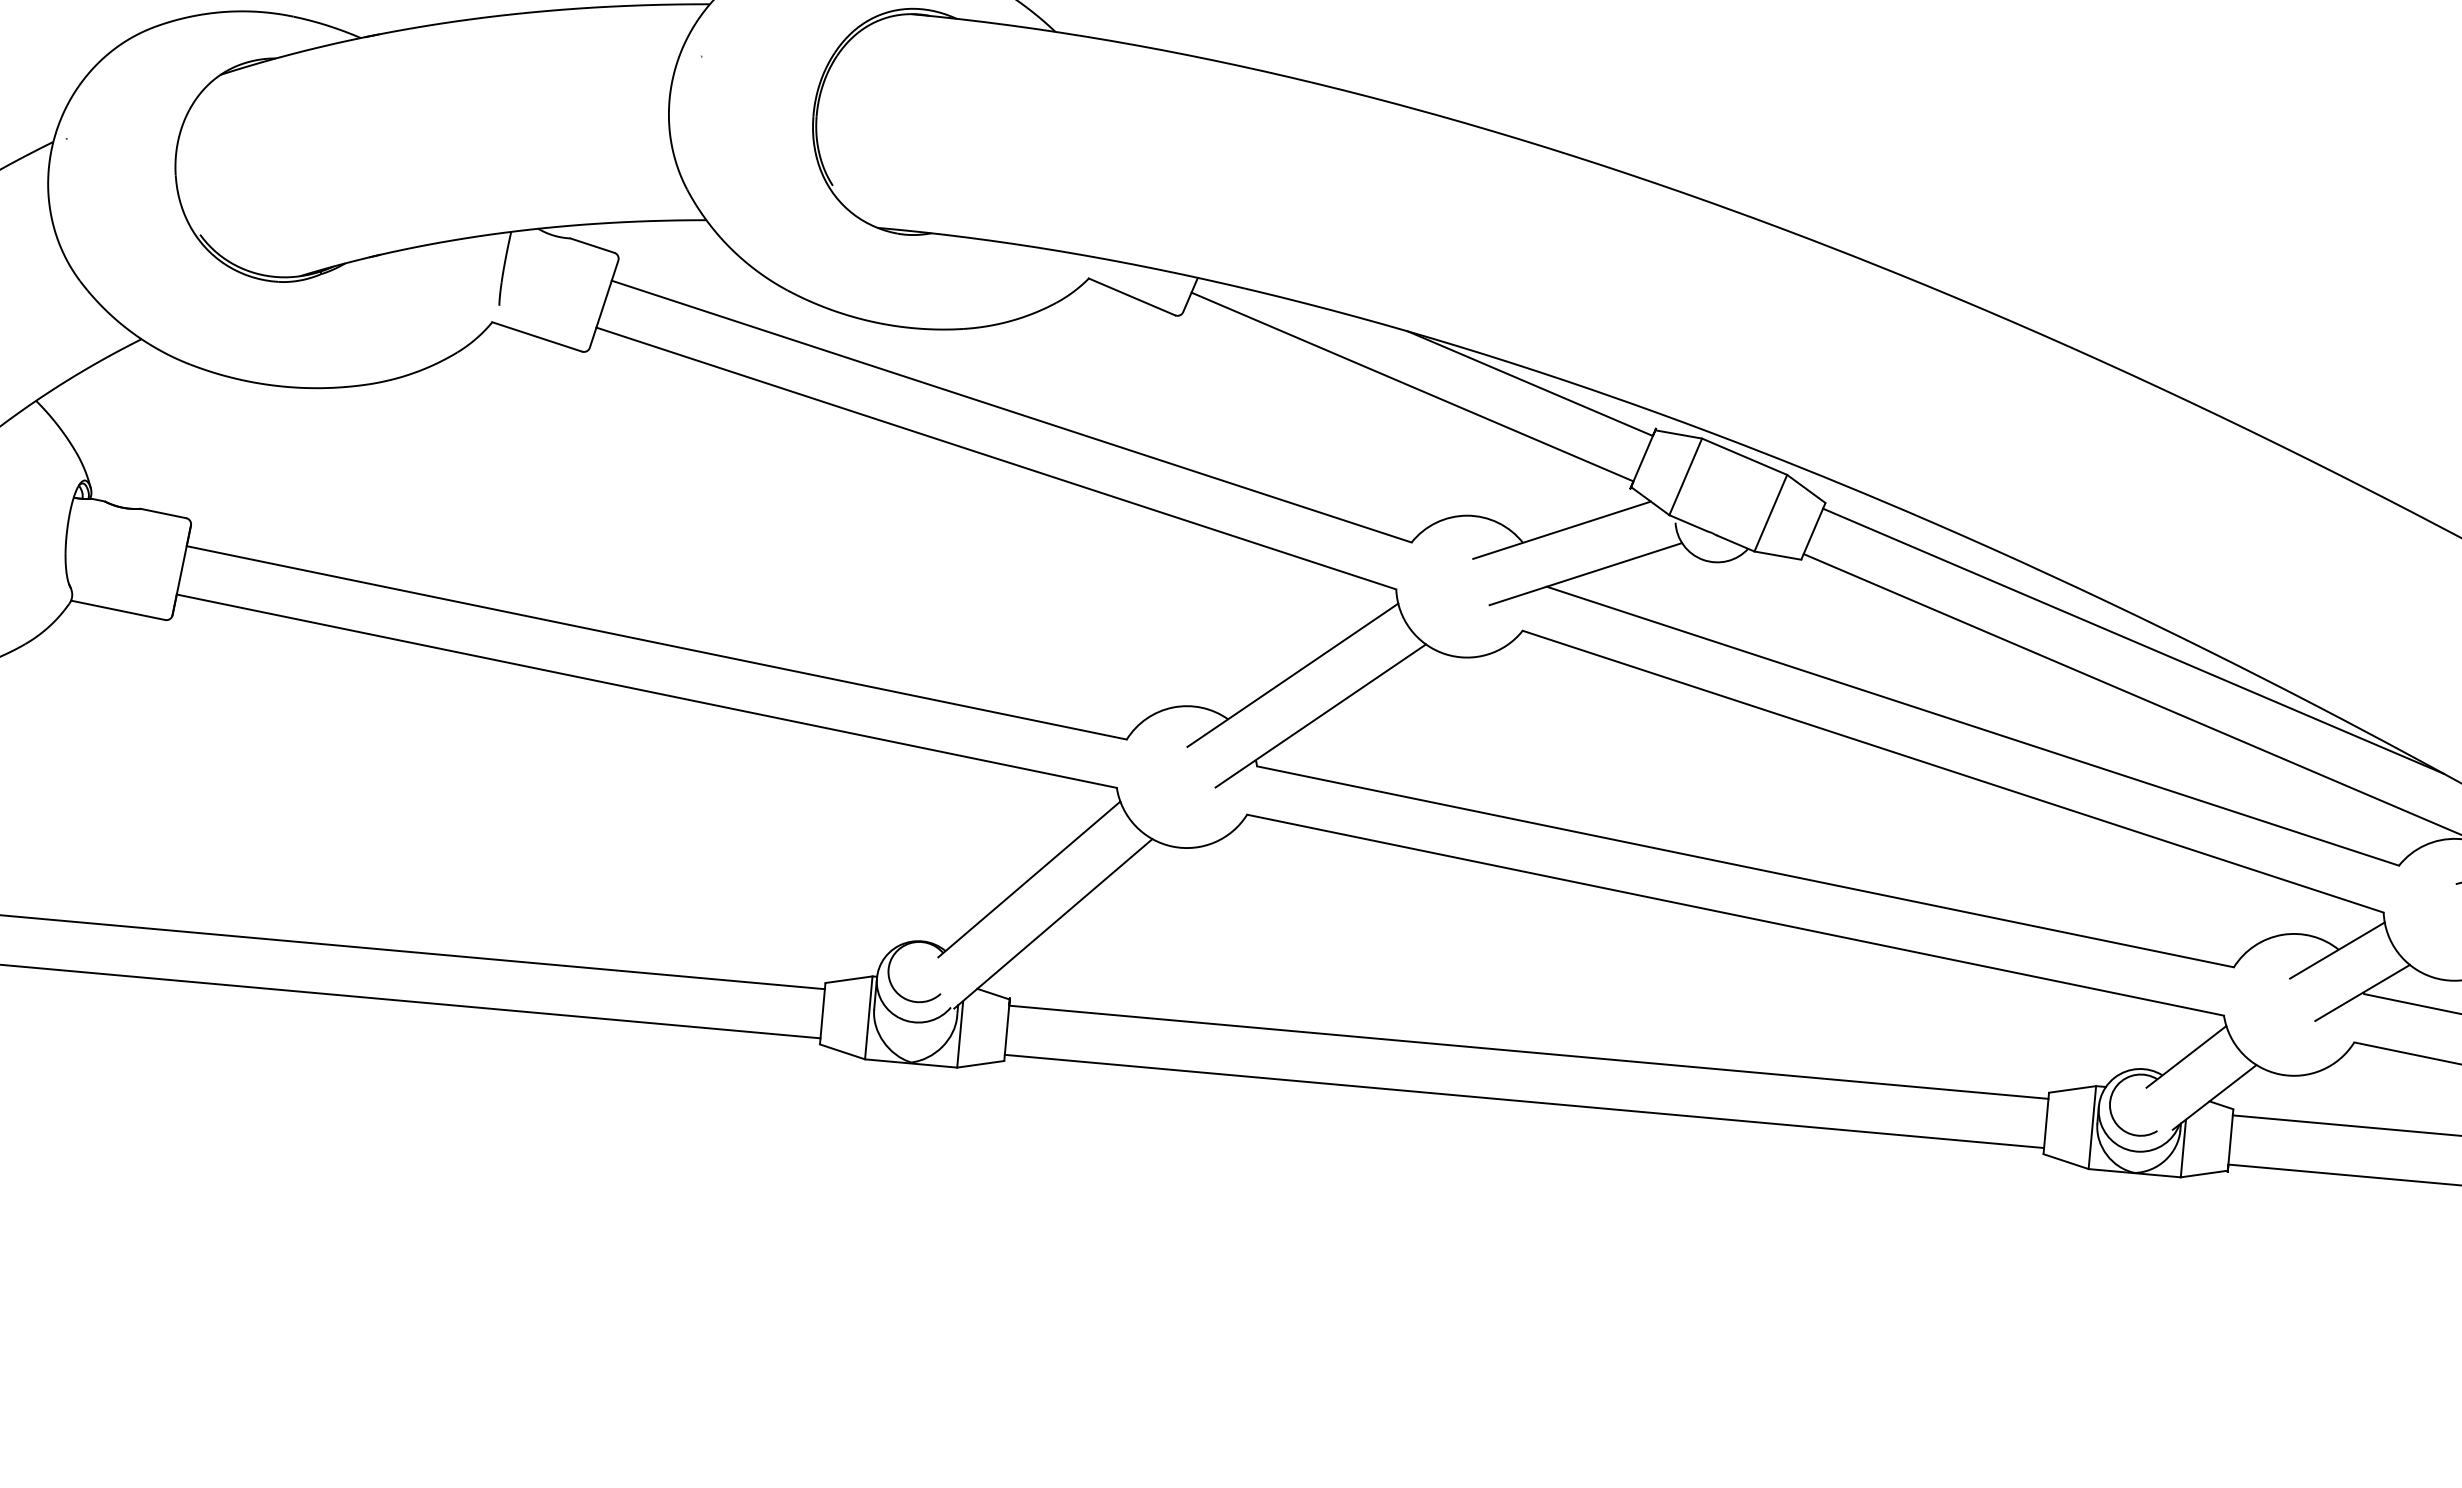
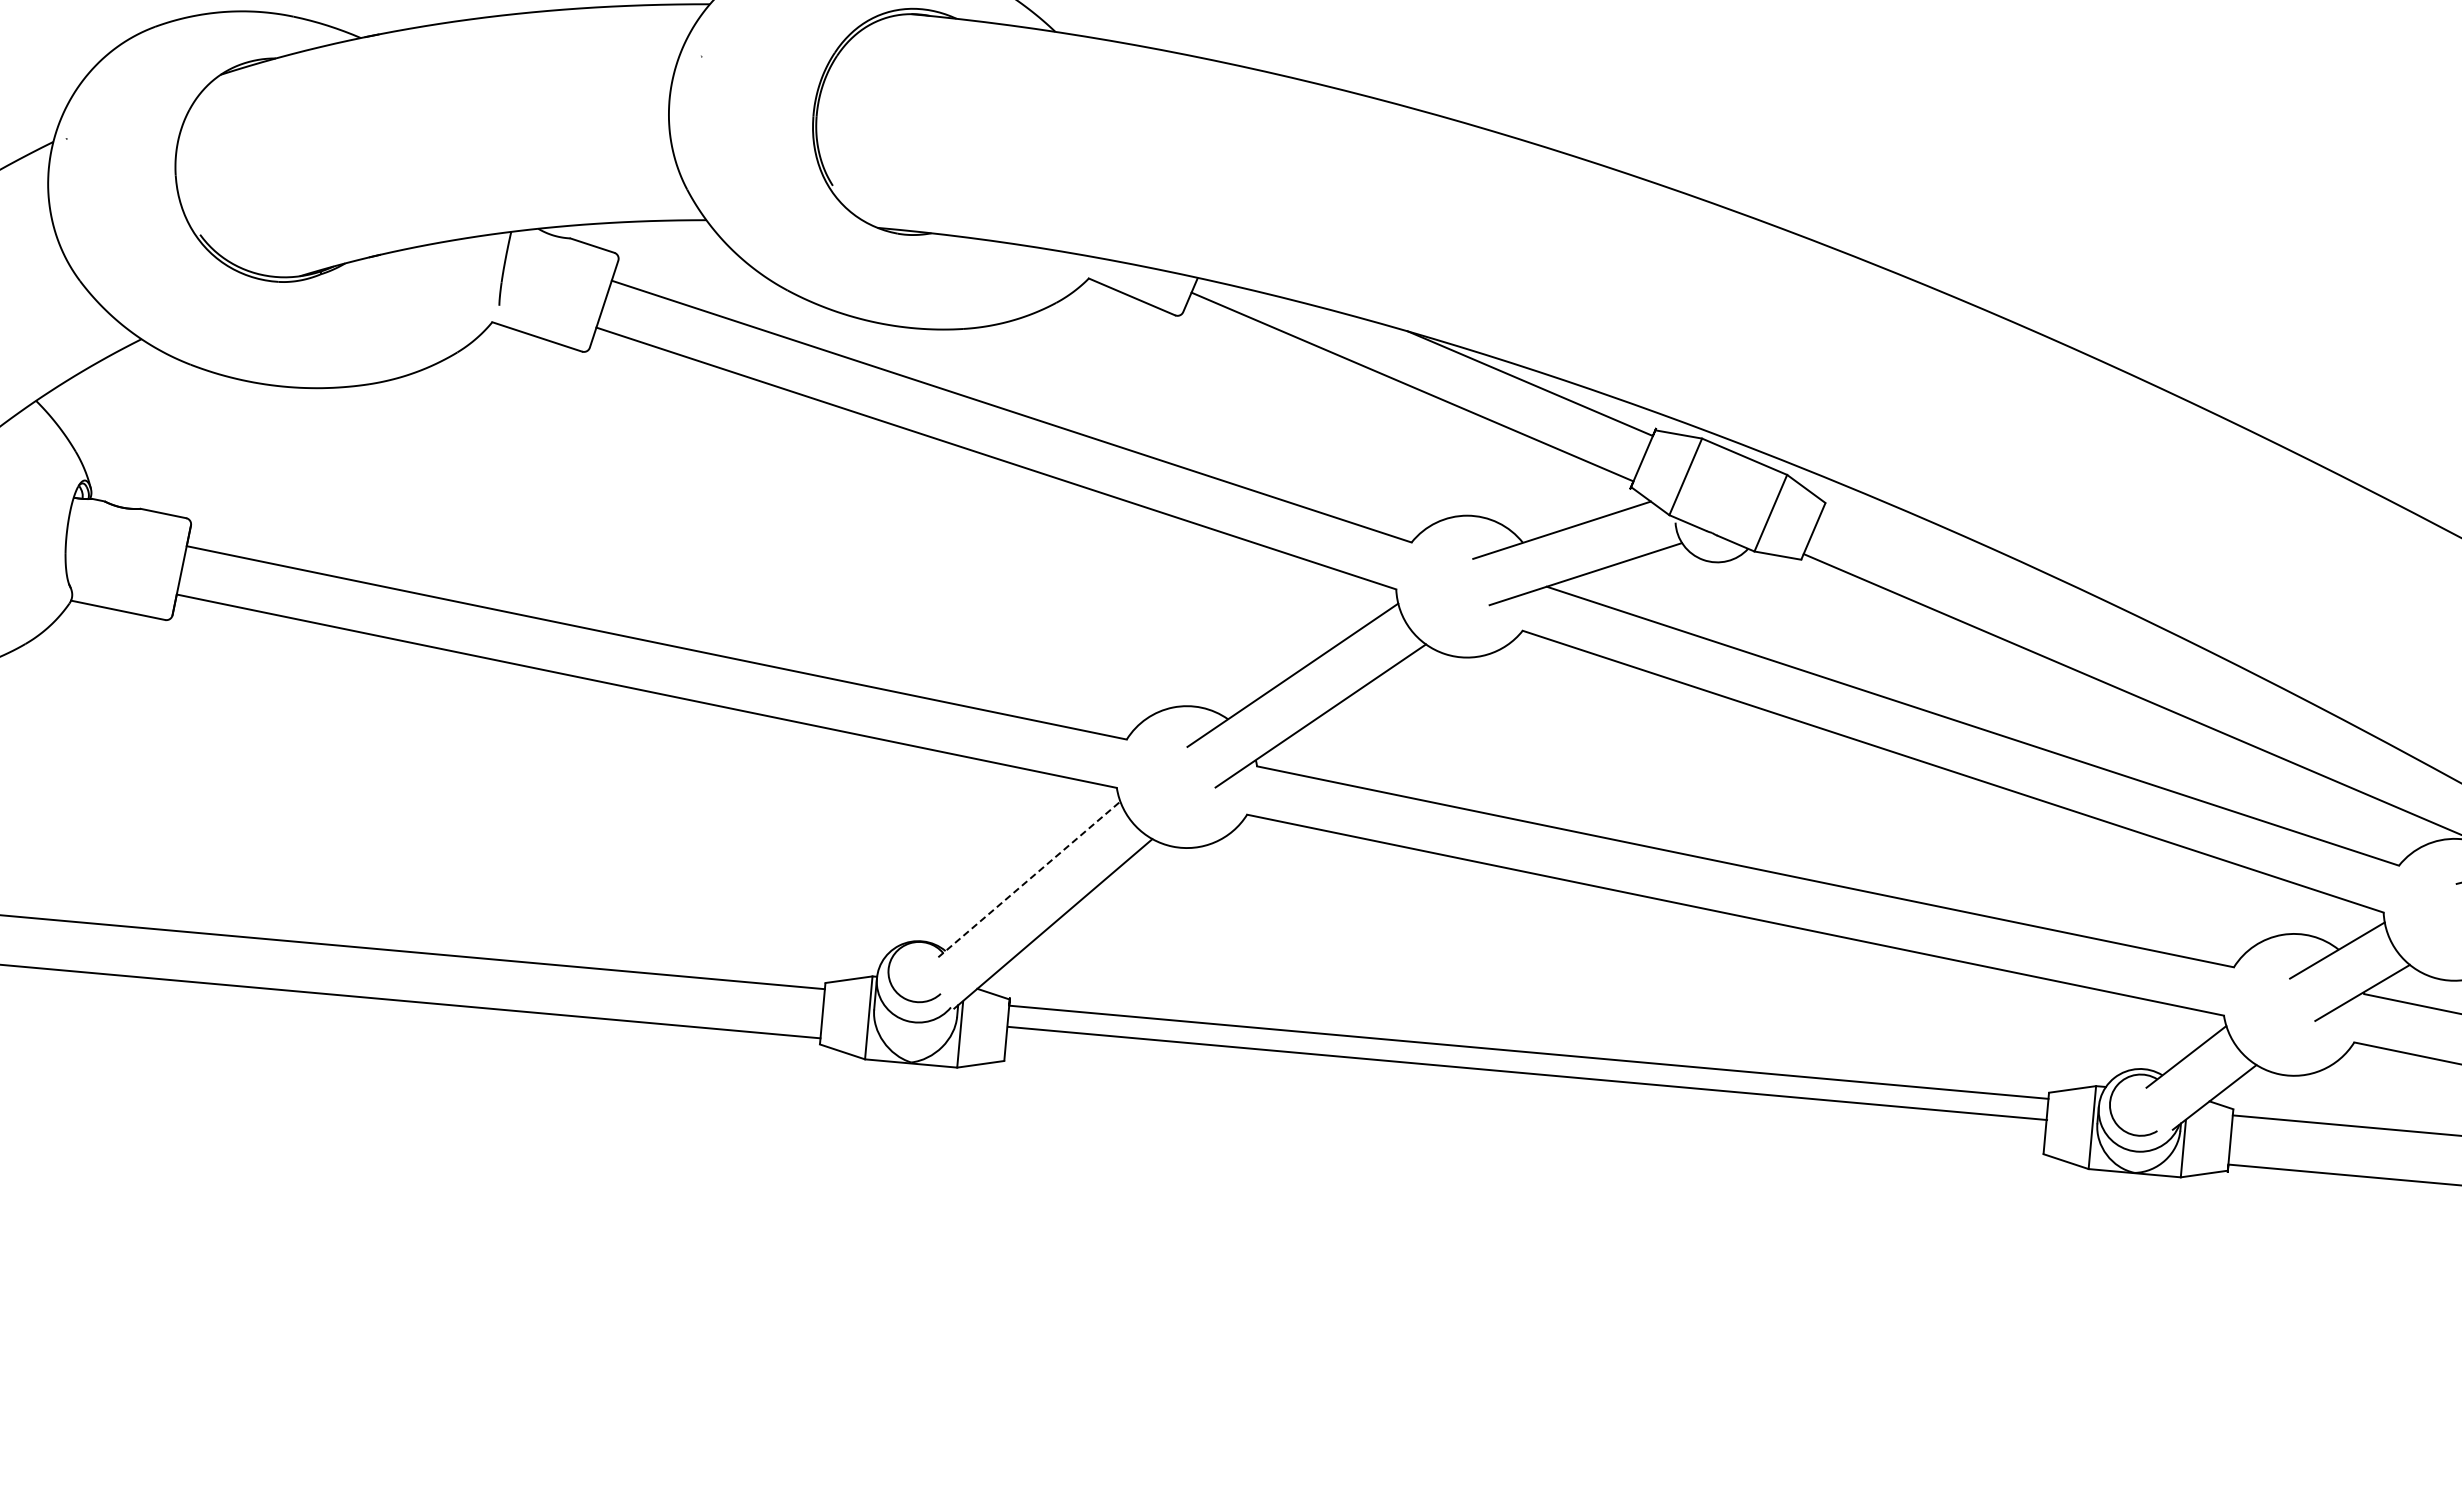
line at (2133, 640): present -> none
line at (1029, 879): solid -> dashed
line at (1524, 1101) position: (1524, 1101) -> (1527, 1073)
